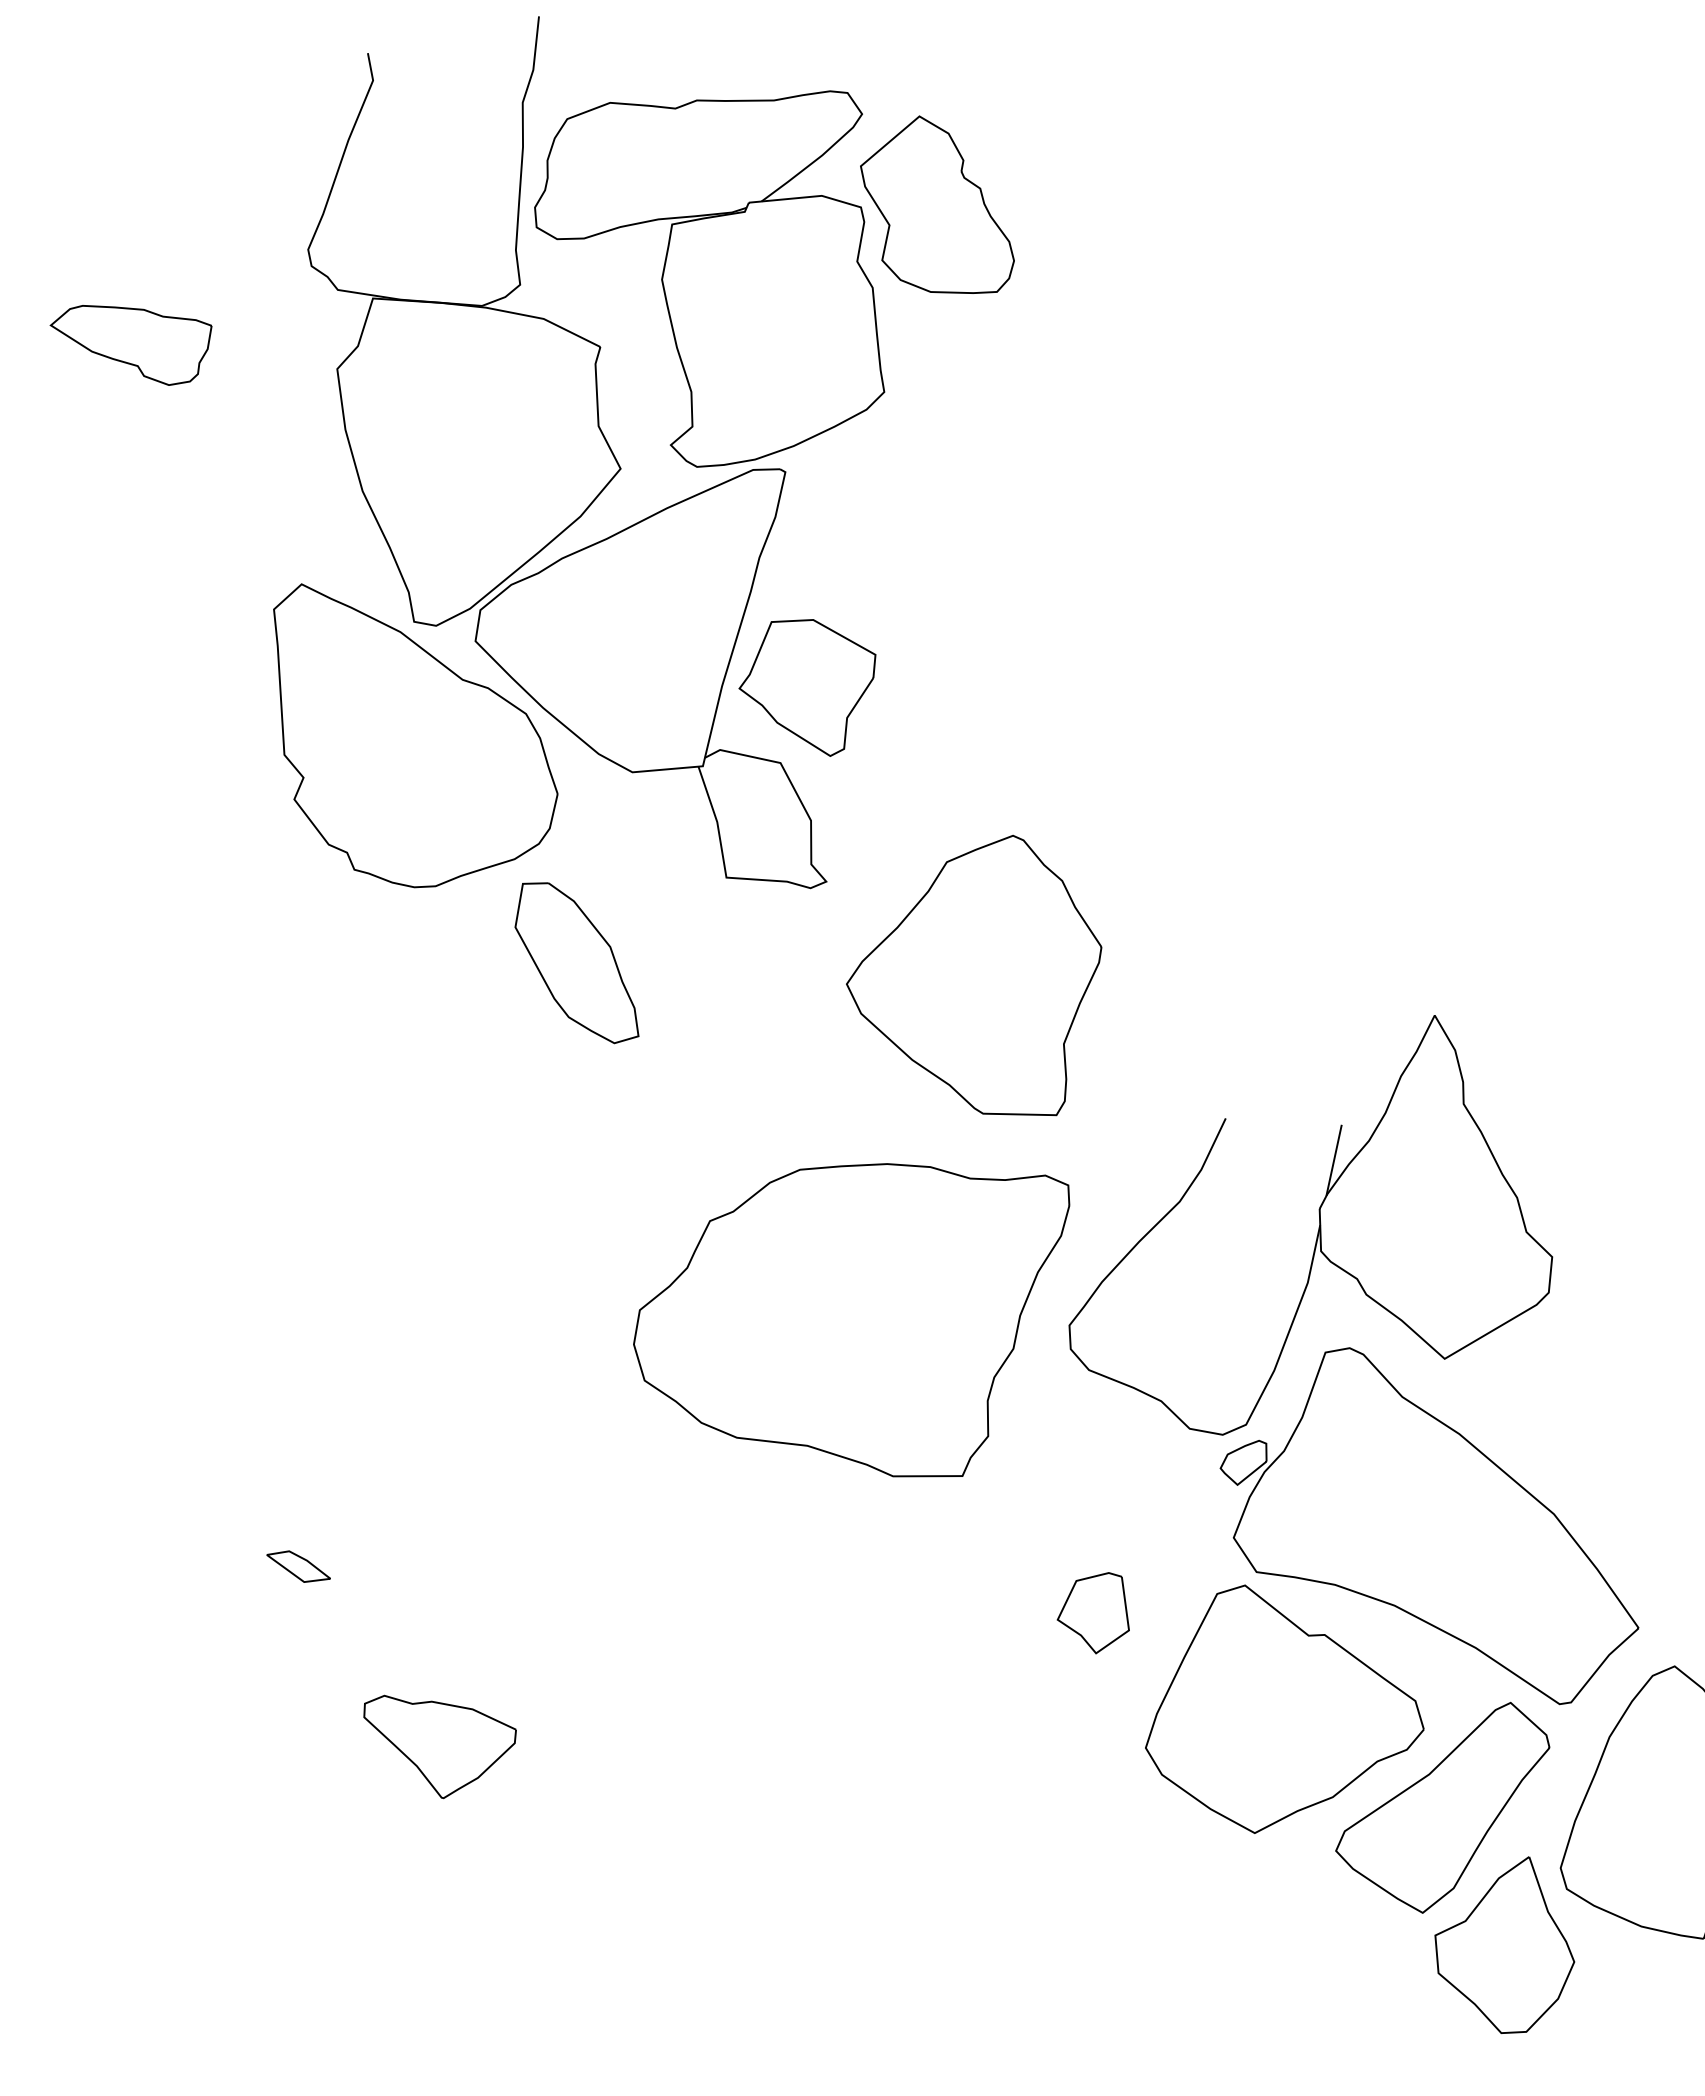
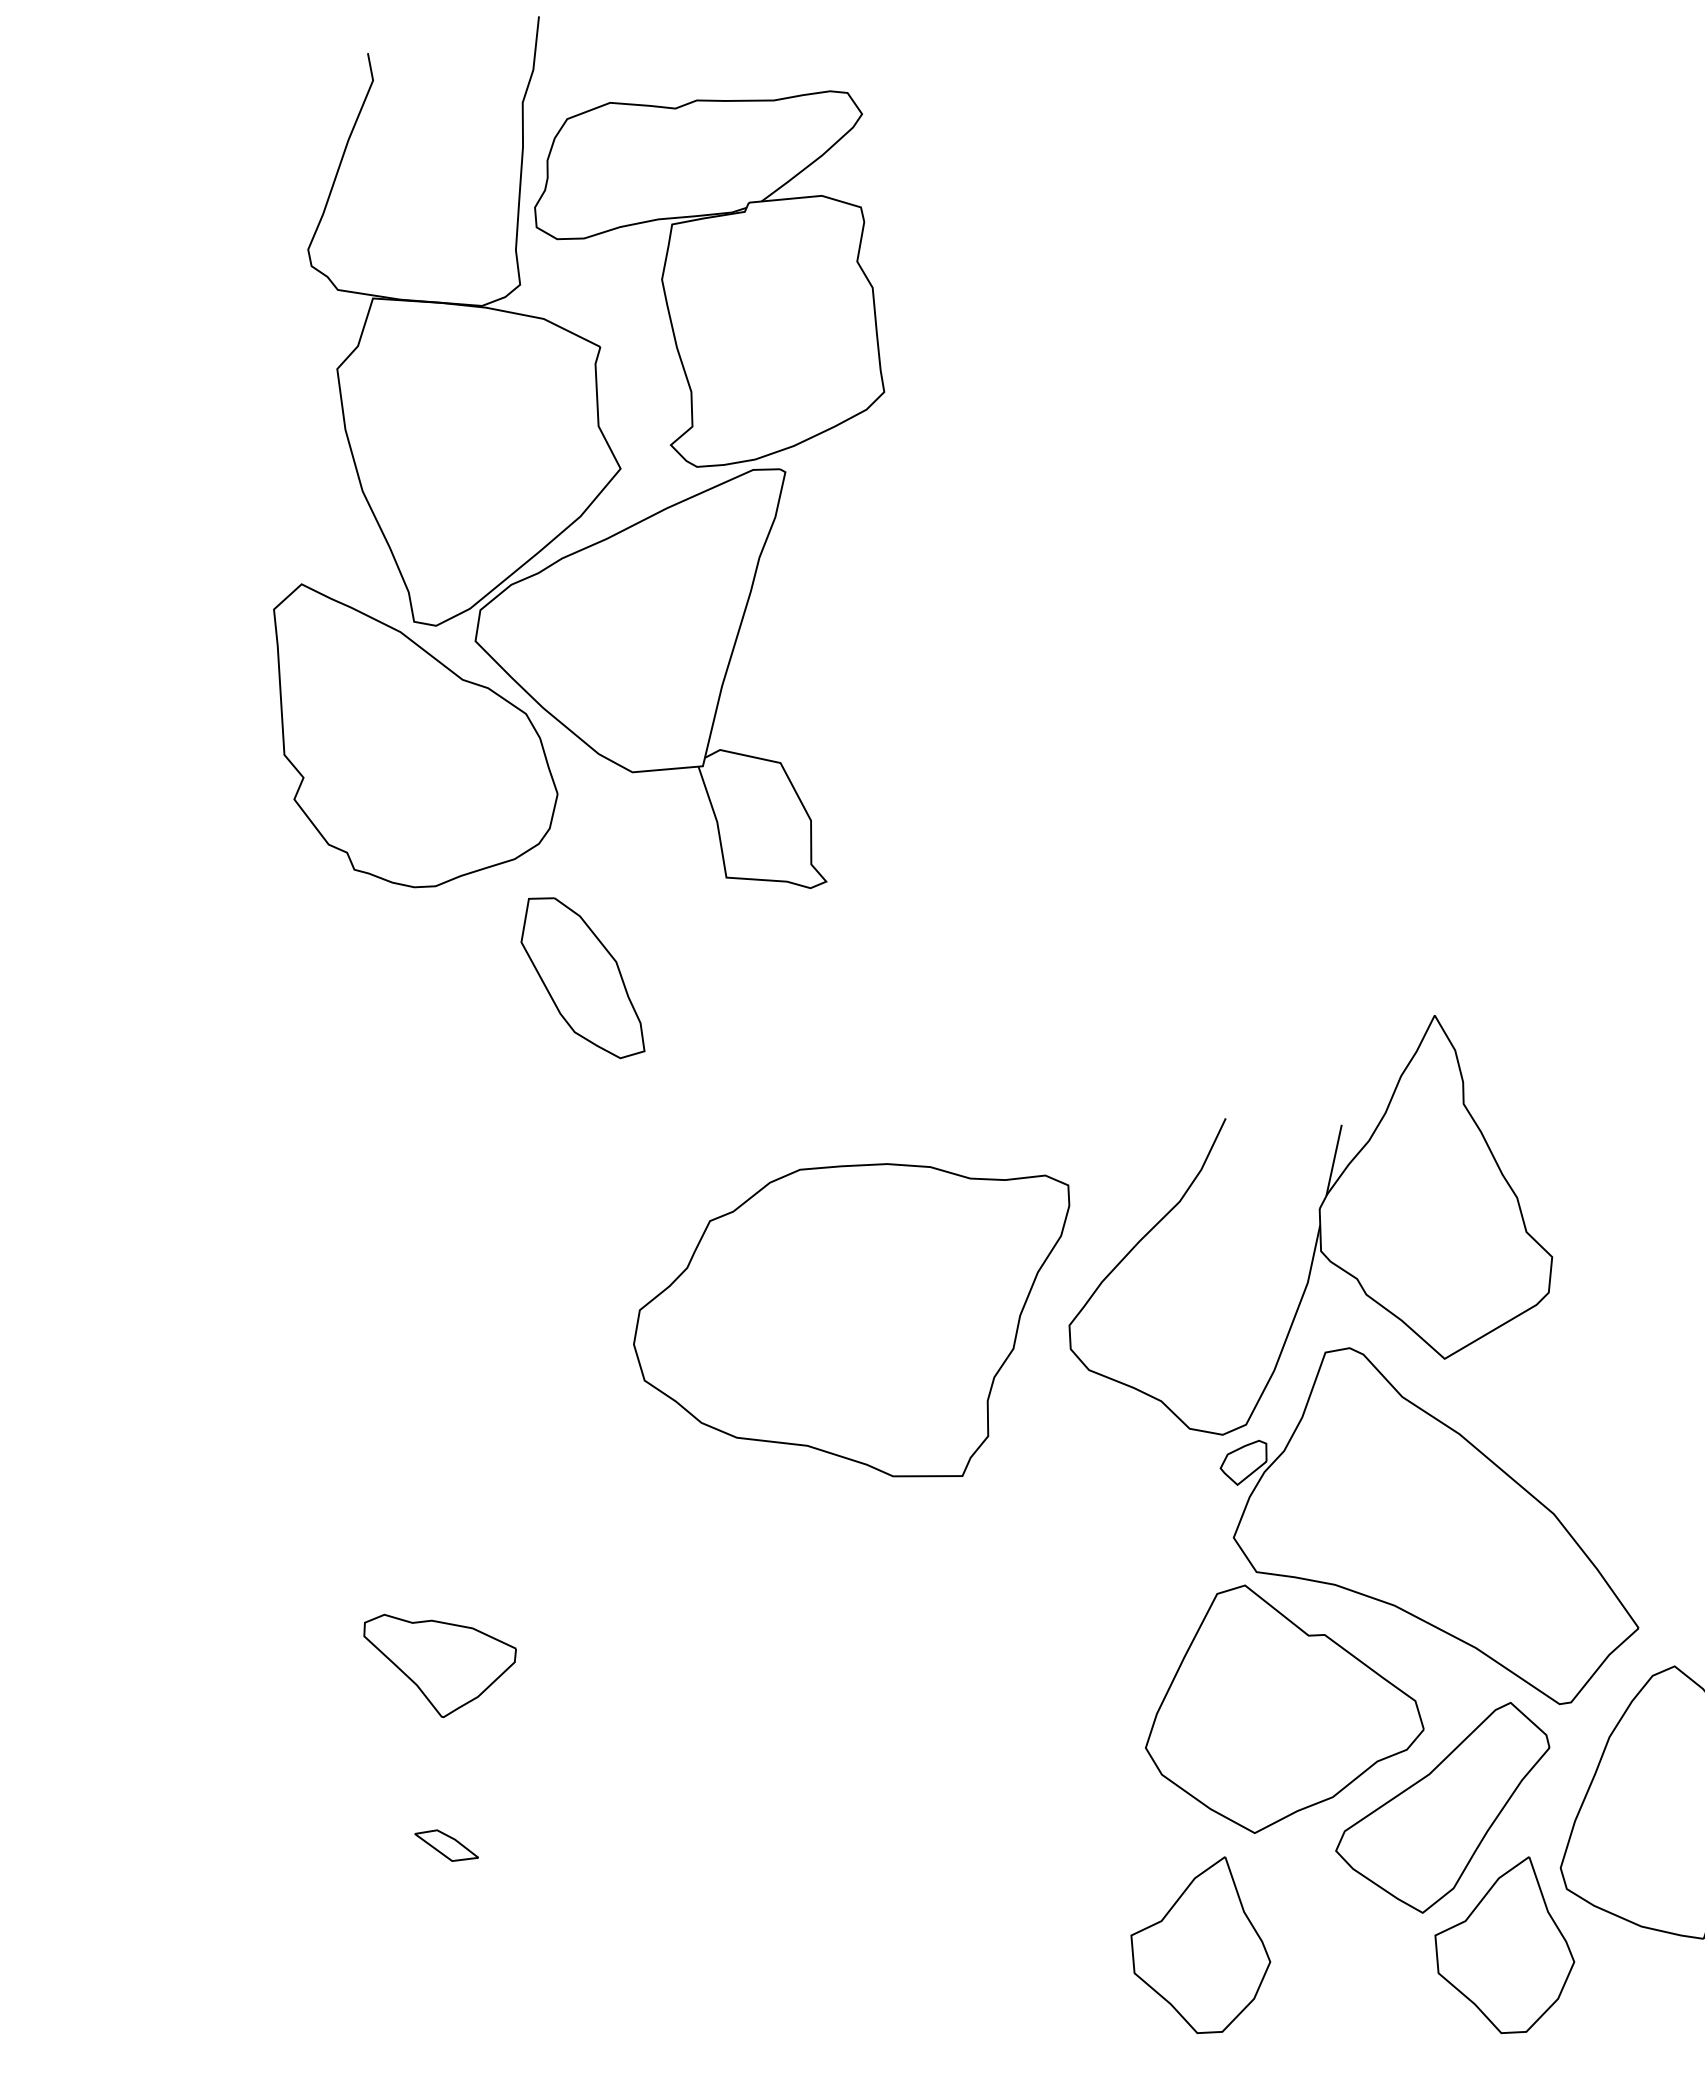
part at (937, 204): present -> none
part at (130, 345): present -> none
part at (807, 687): present -> none
part at (576, 963) position: (576, 963) -> (582, 978)
part at (974, 975): present -> none
part at (298, 1566) position: (298, 1566) -> (446, 1845)
part at (1092, 1613): present -> none
part at (439, 1746) position: (439, 1746) -> (439, 1665)
part at (1200, 1944): none -> present
